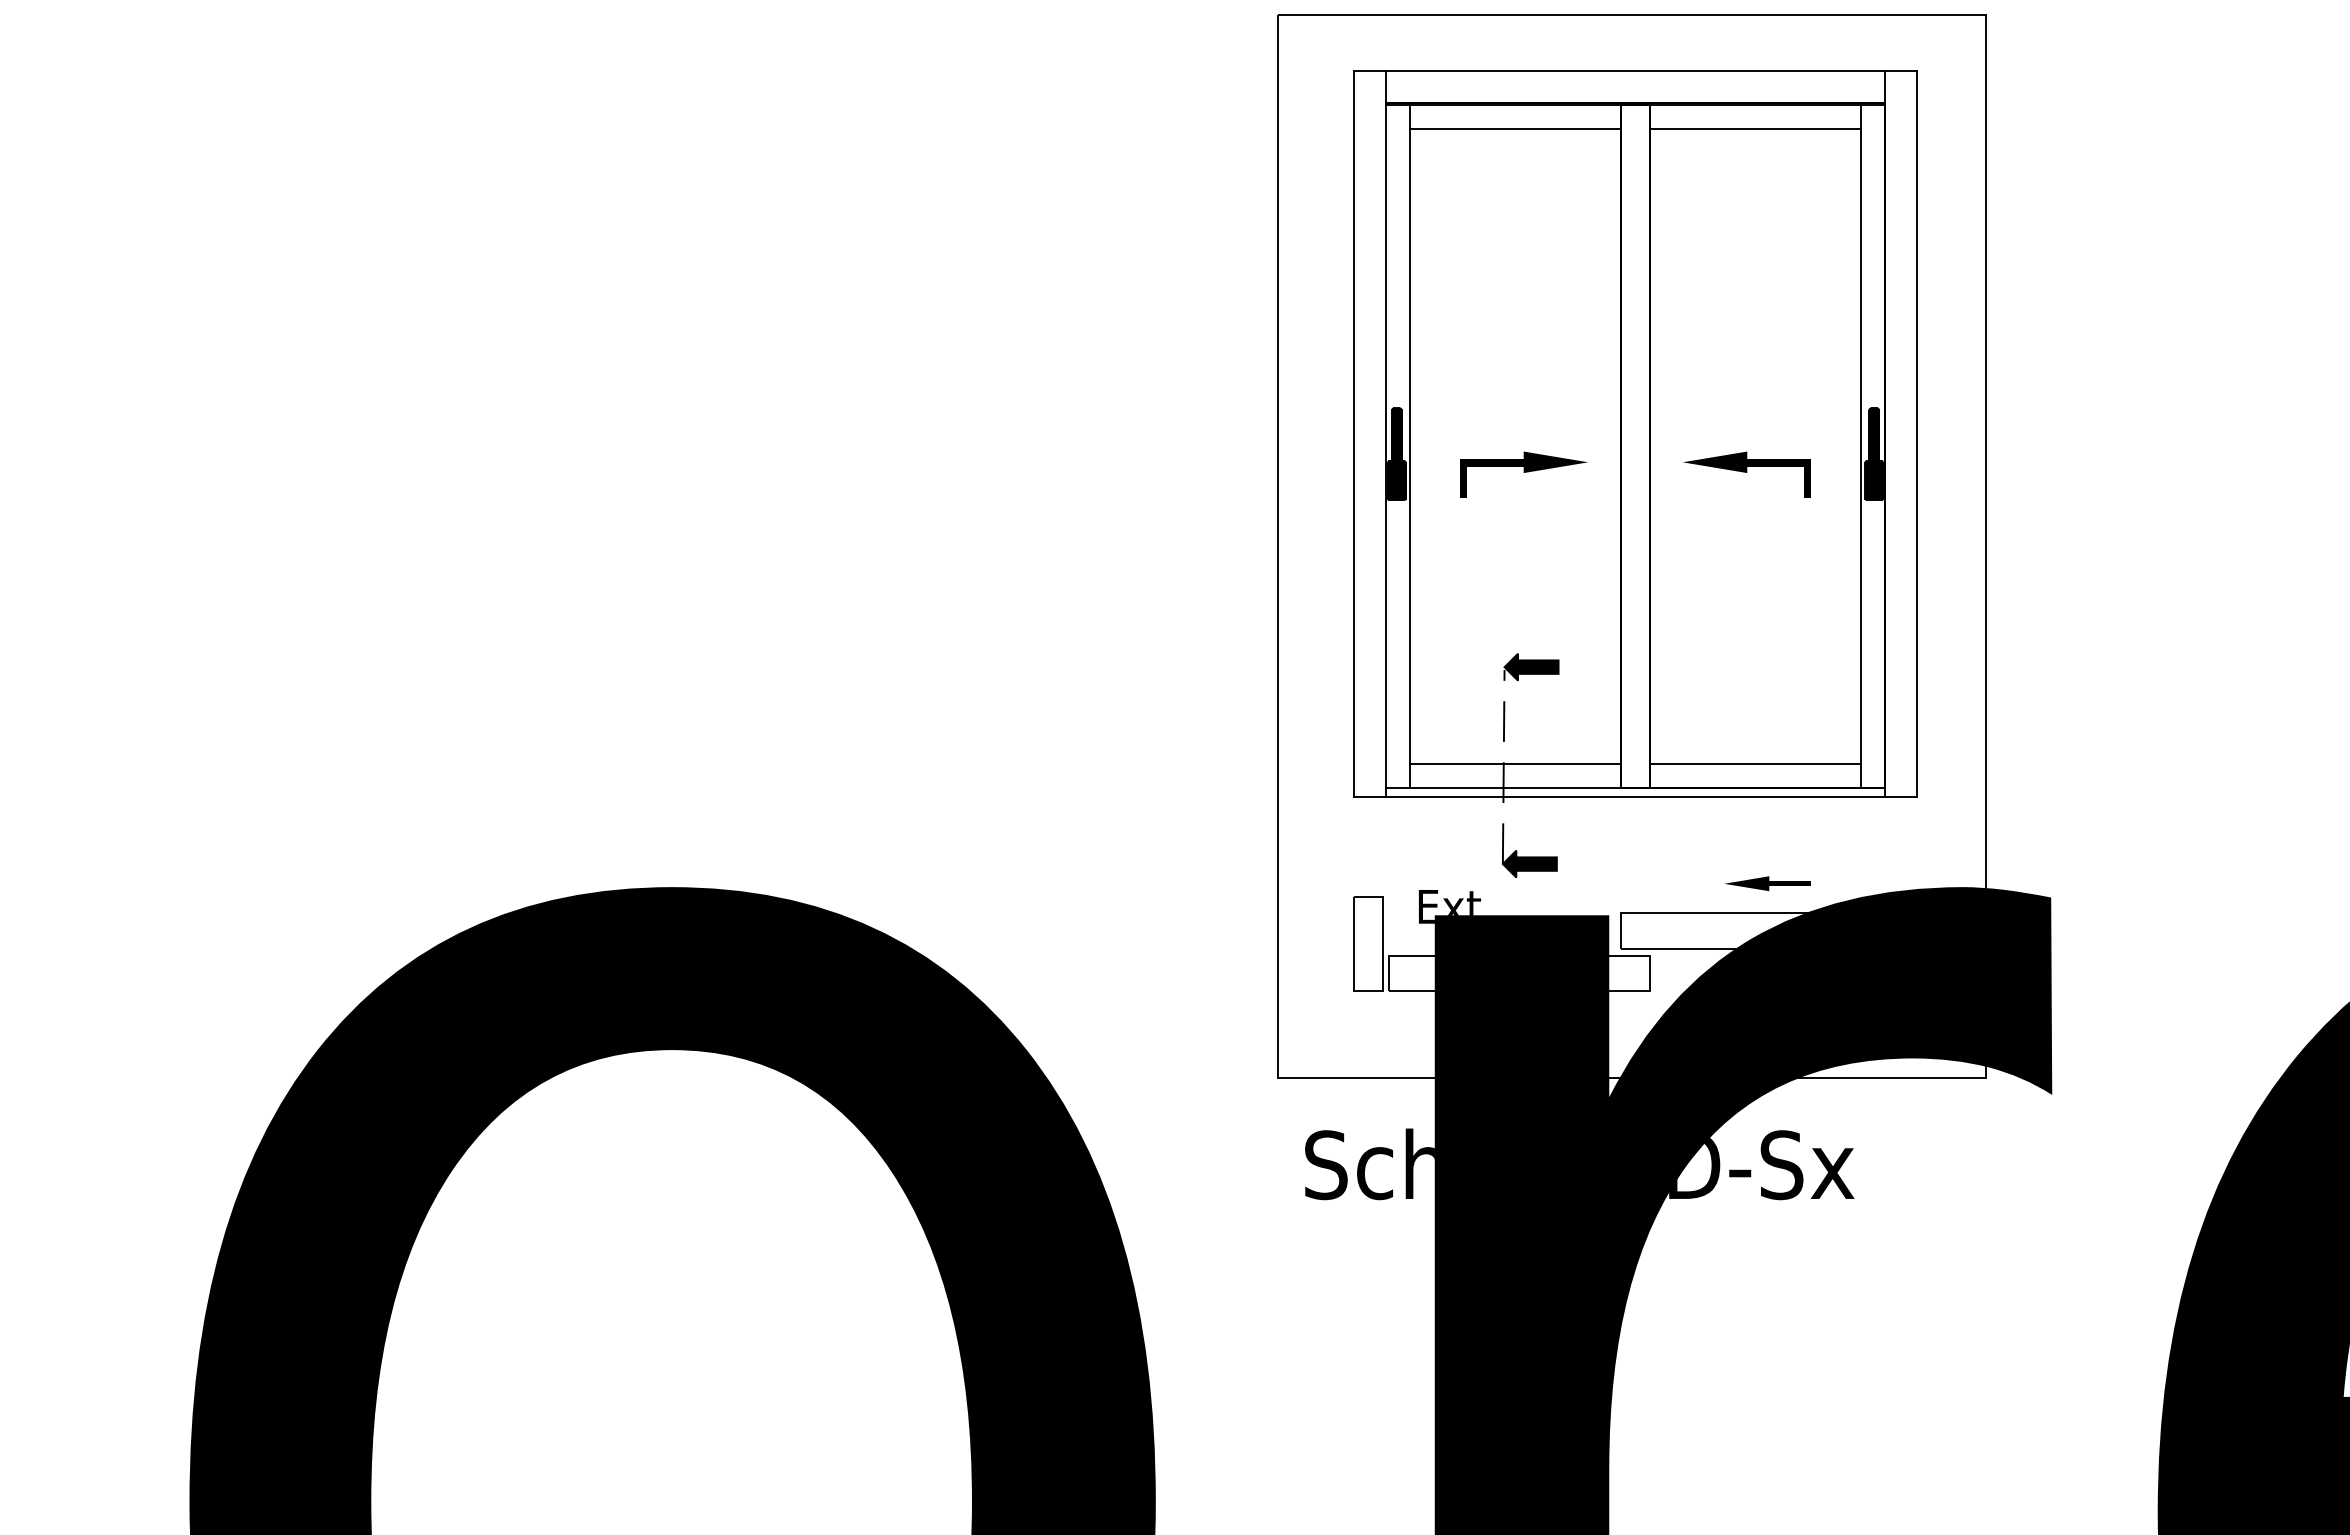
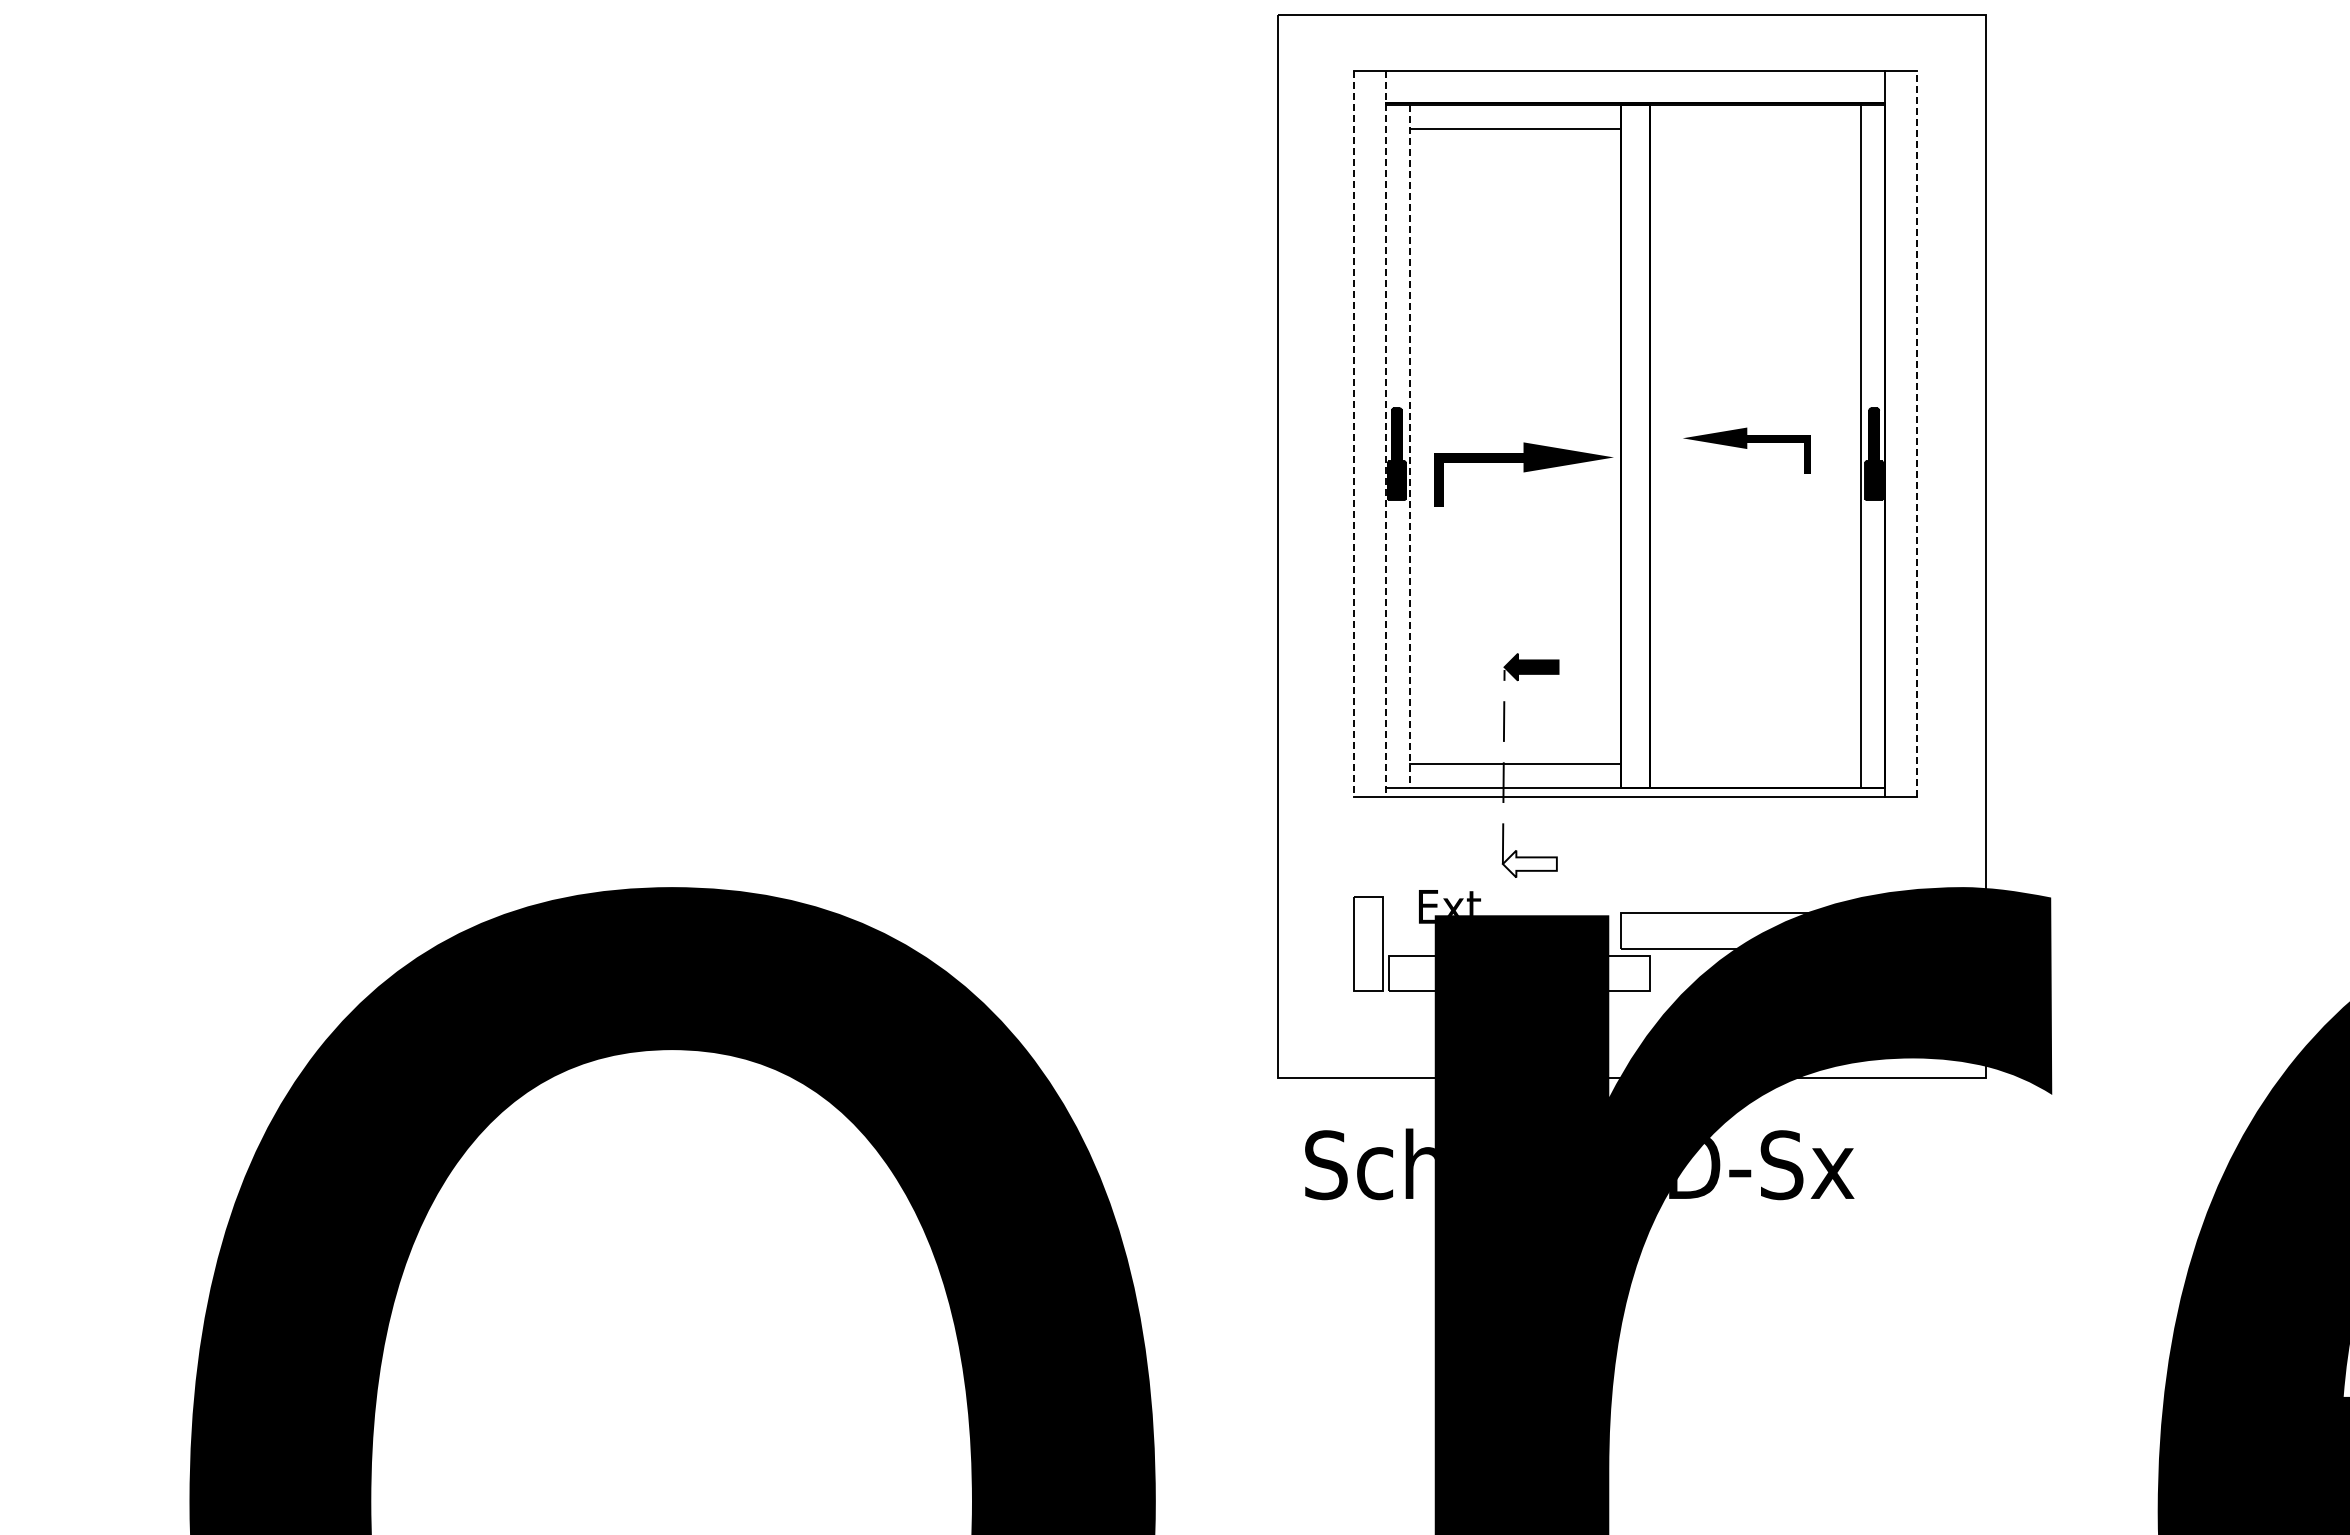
line at (1754, 129): present -> none
line at (1354, 433): solid -> dashed
line at (1386, 433): solid -> dashed
line at (1916, 433): solid -> dashed
line at (1410, 446): solid -> dashed
part at (1523, 474) size: 128x47 px -> 180x65 px
part at (1746, 474) position: (1746, 474) -> (1746, 450)
line at (1754, 763): present -> none
fill at (1529, 863): present -> none
part at (1767, 883): present -> none
